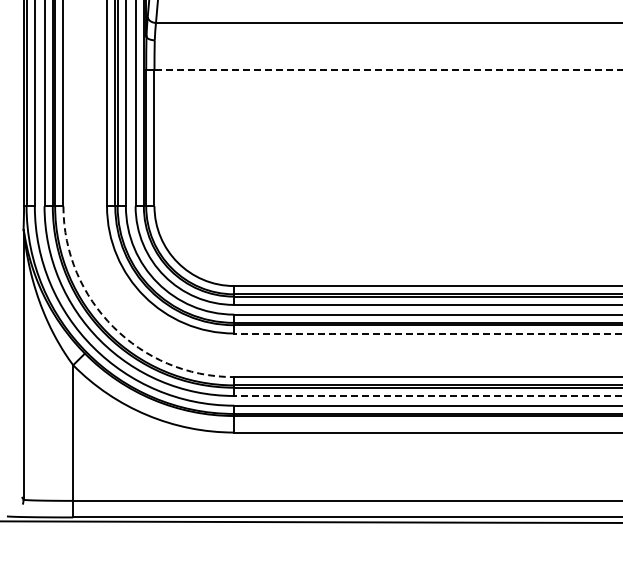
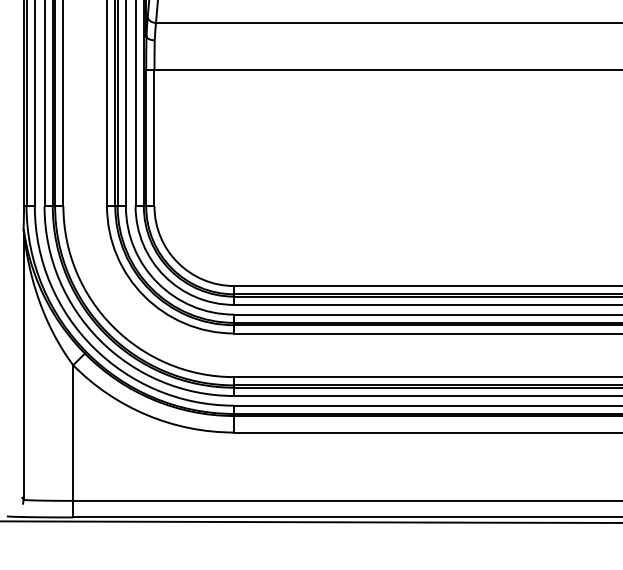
line at (388, 69): dashed -> solid
arc at (113, 327): dashed -> solid
line at (428, 333): dashed -> solid
line at (428, 395): dashed -> solid
